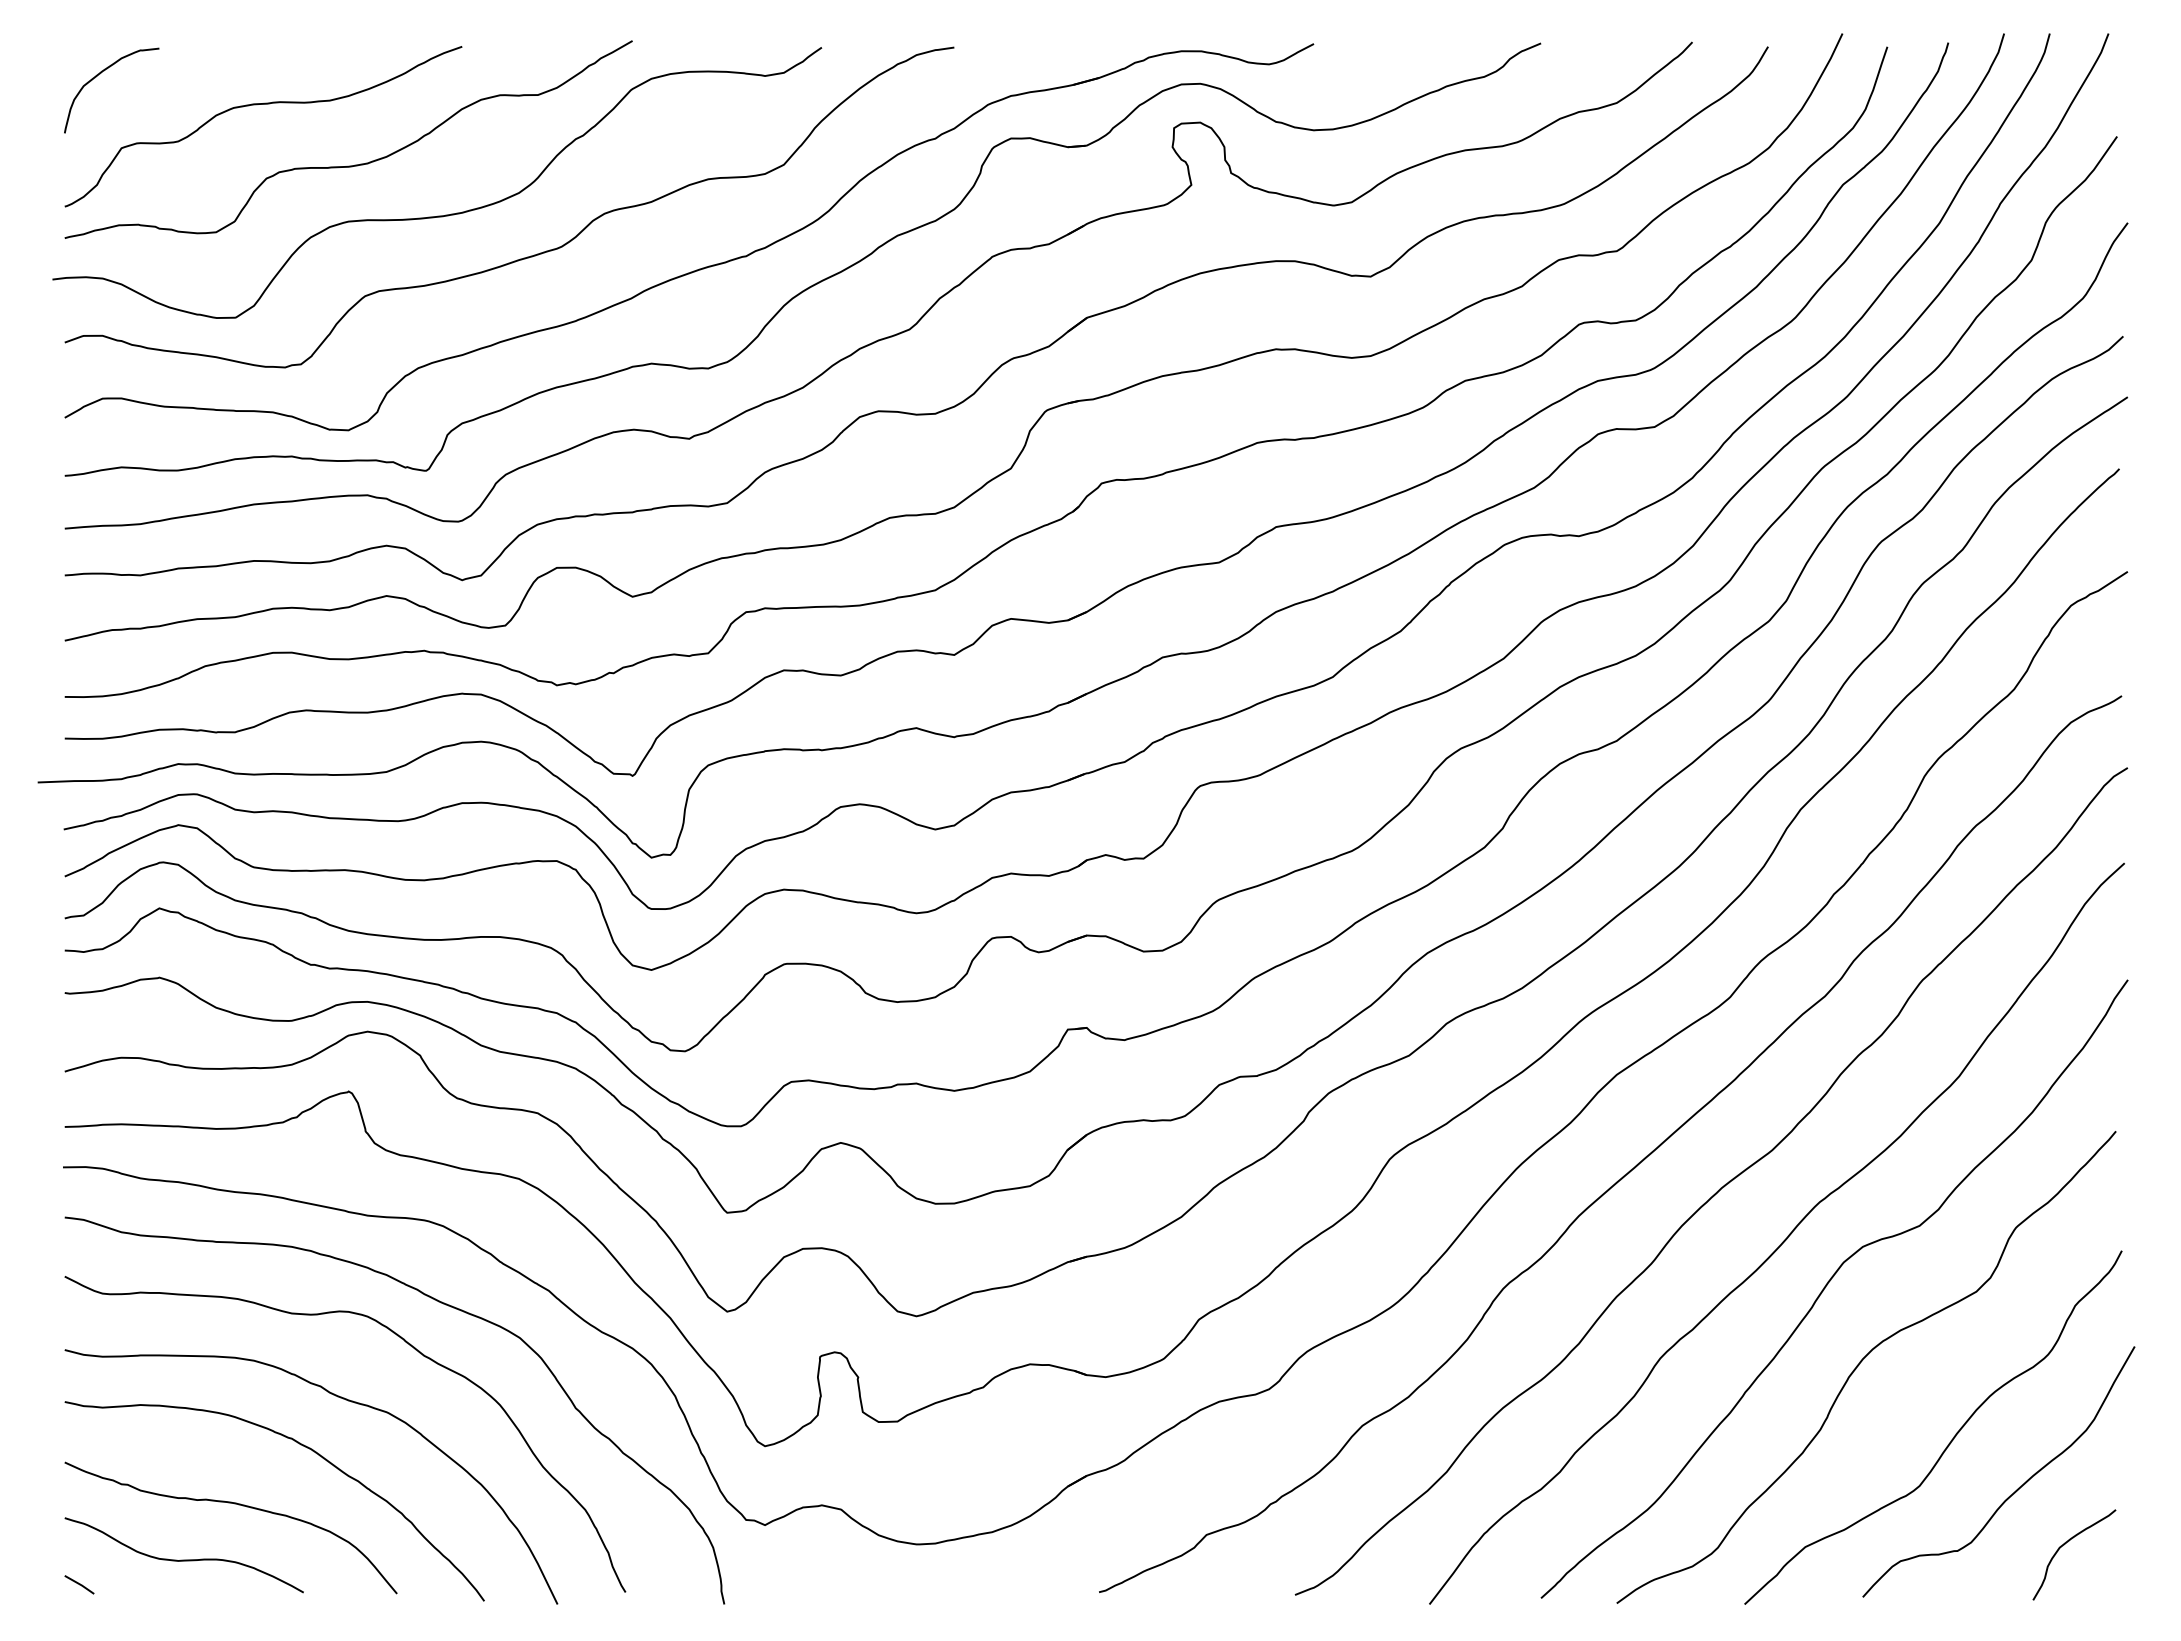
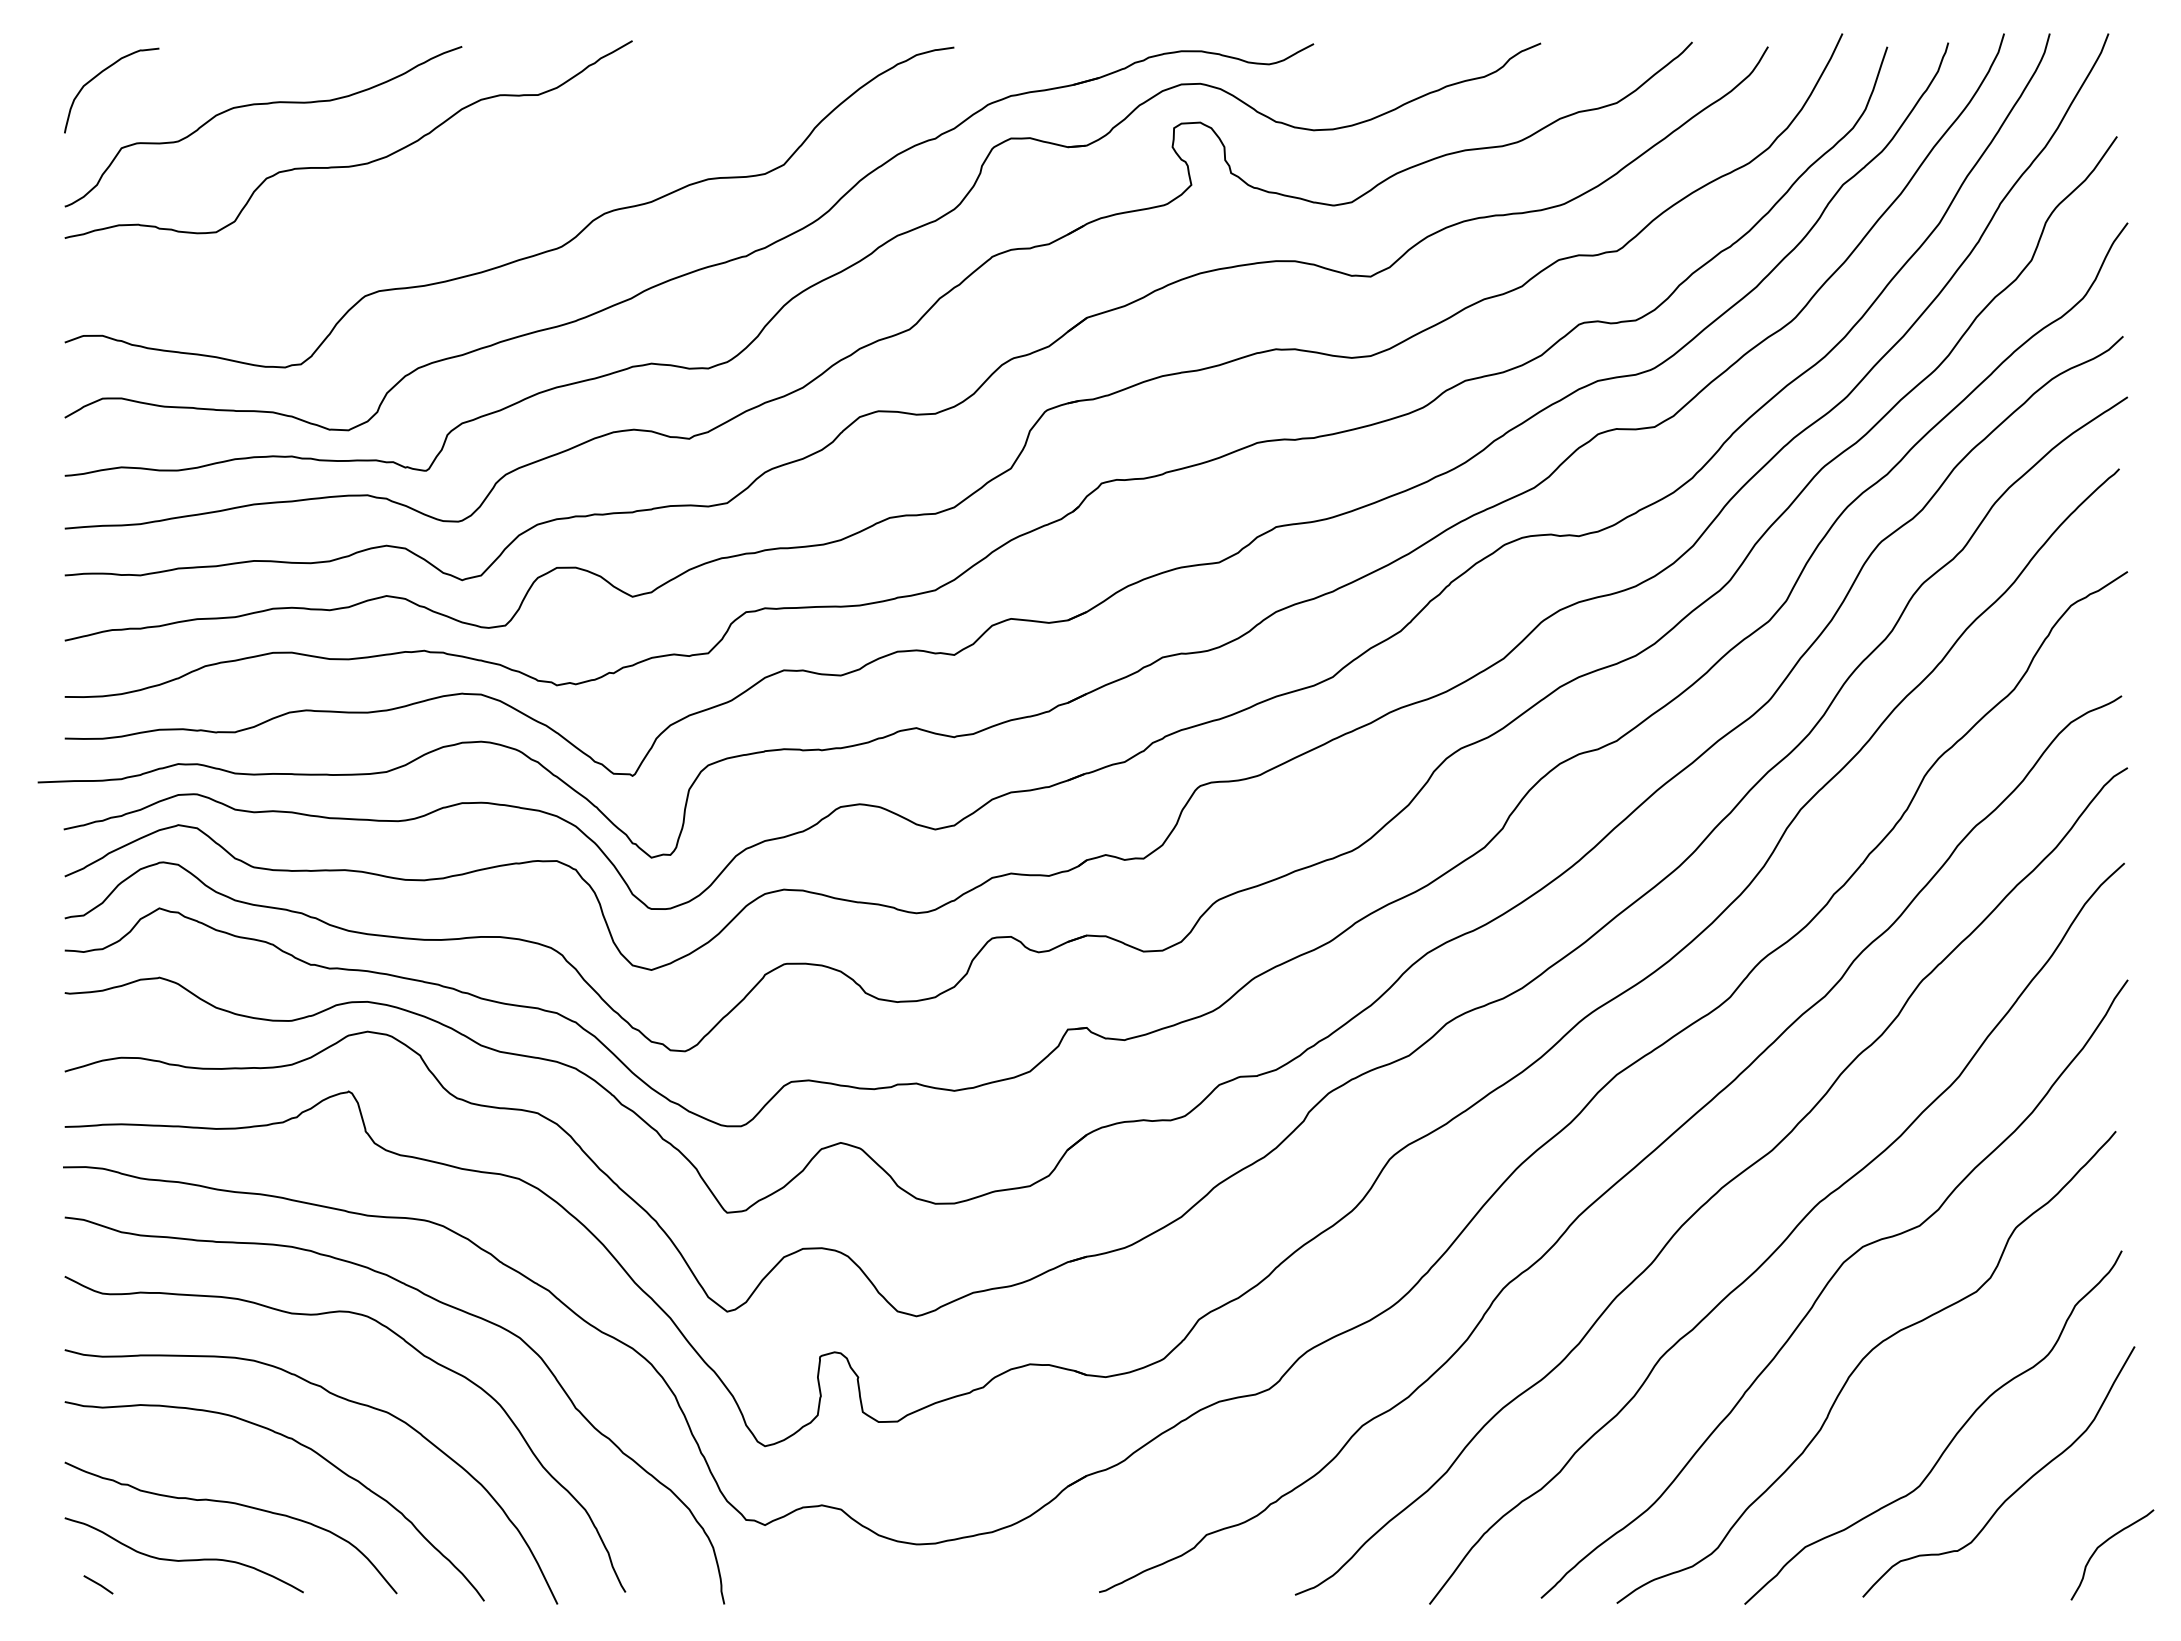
curve at (445, 214): present -> none
curve at (2065, 1544) position: (2065, 1544) -> (2103, 1544)
line at (79, 1584) position: (79, 1584) -> (98, 1584)
